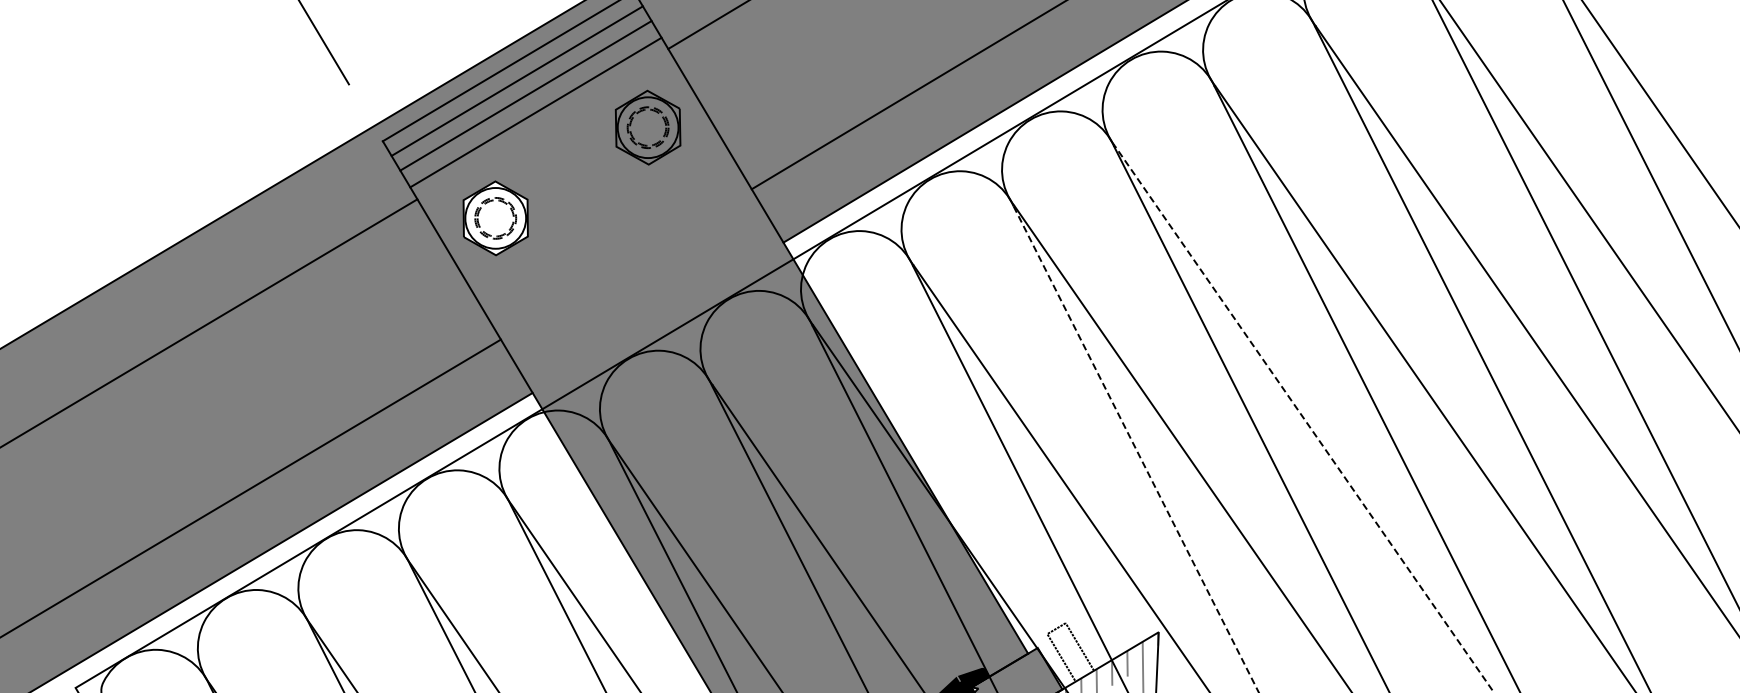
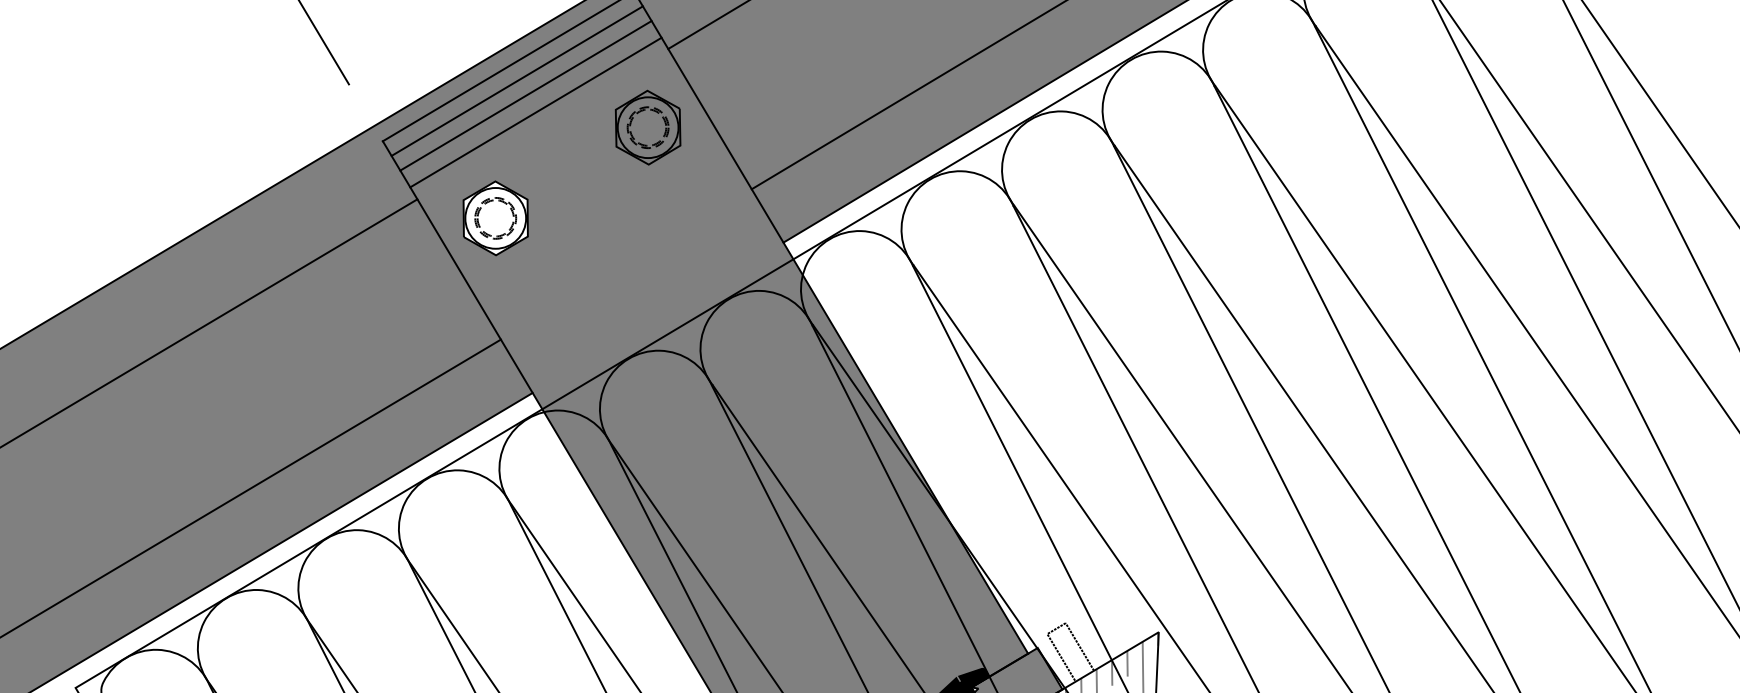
line at (1304, 419): dashed -> solid
line at (1136, 449): dashed -> solid
